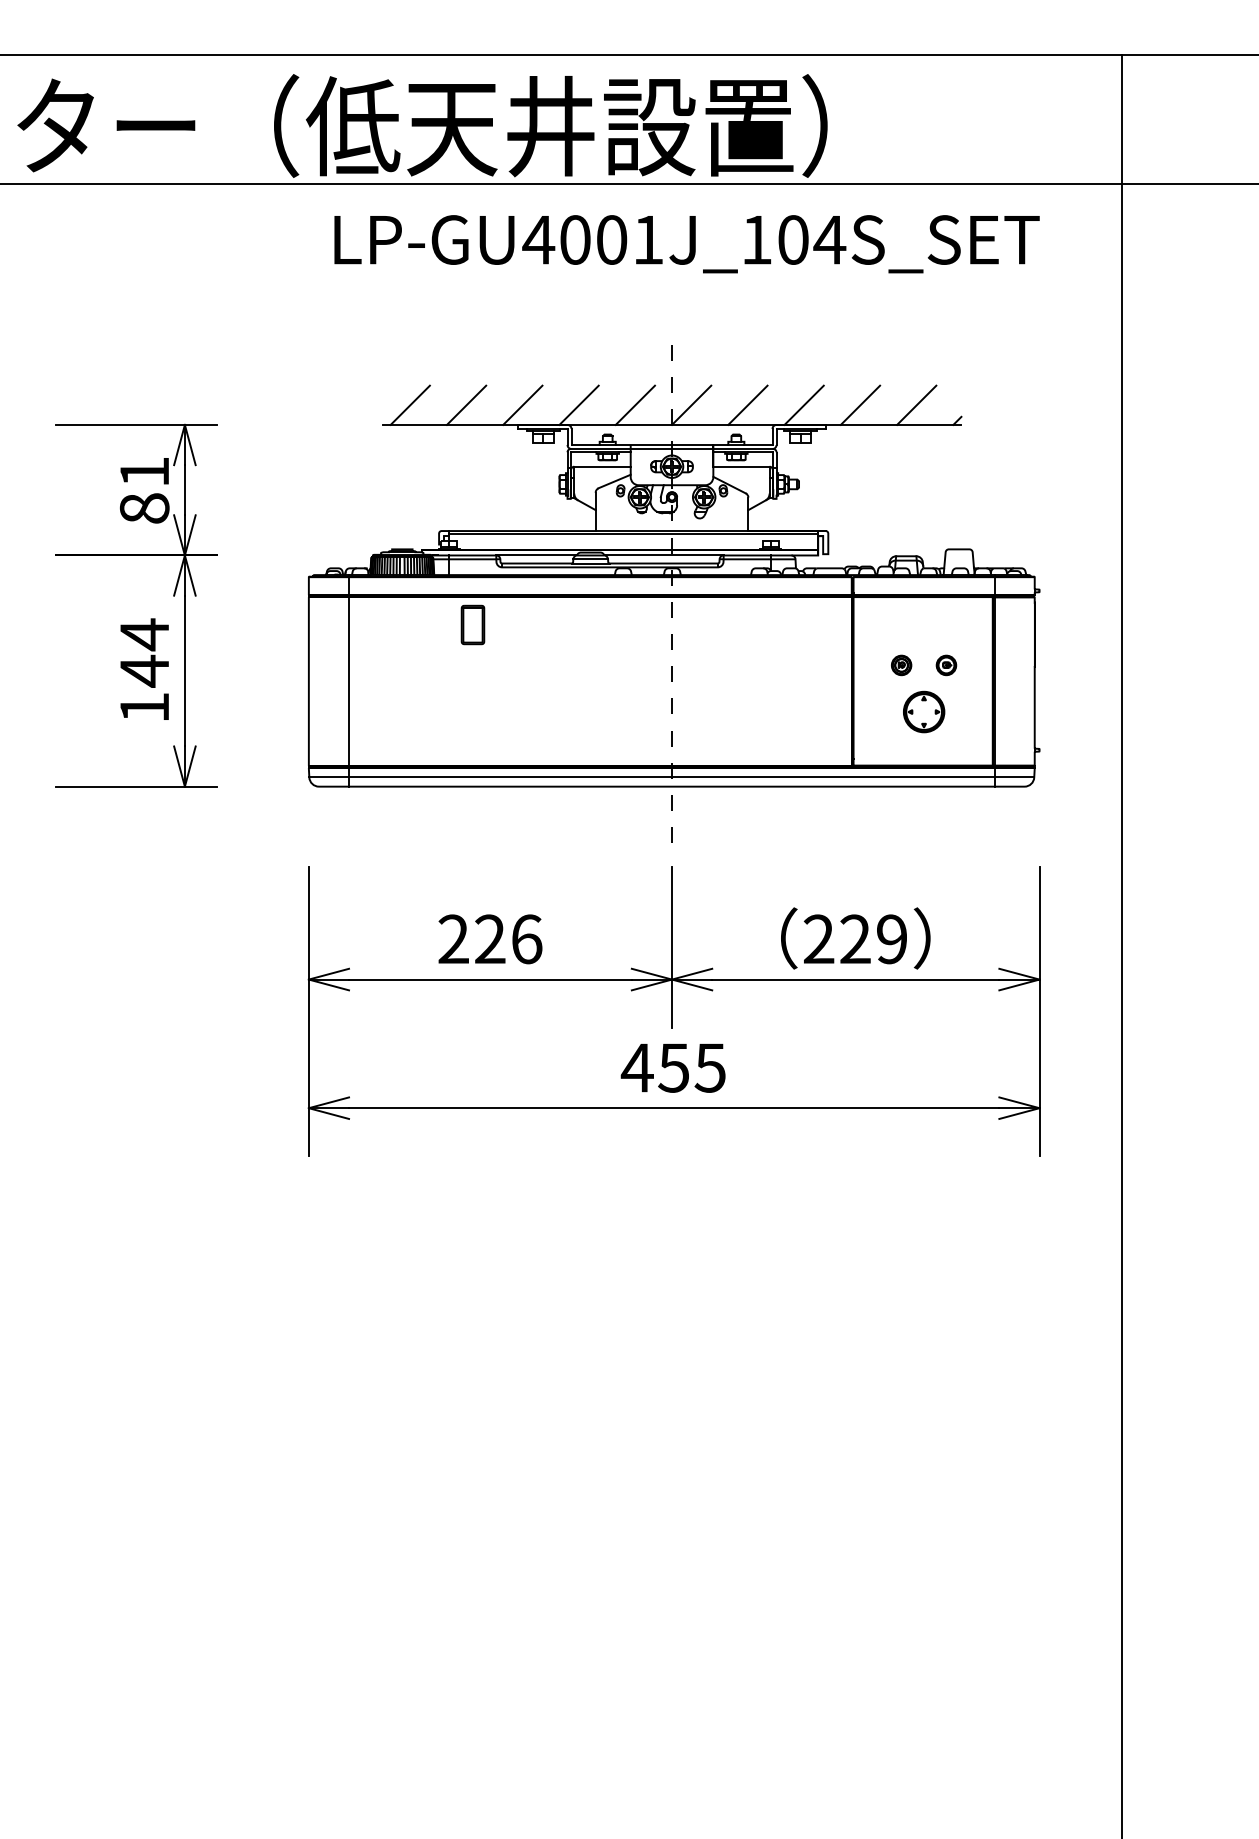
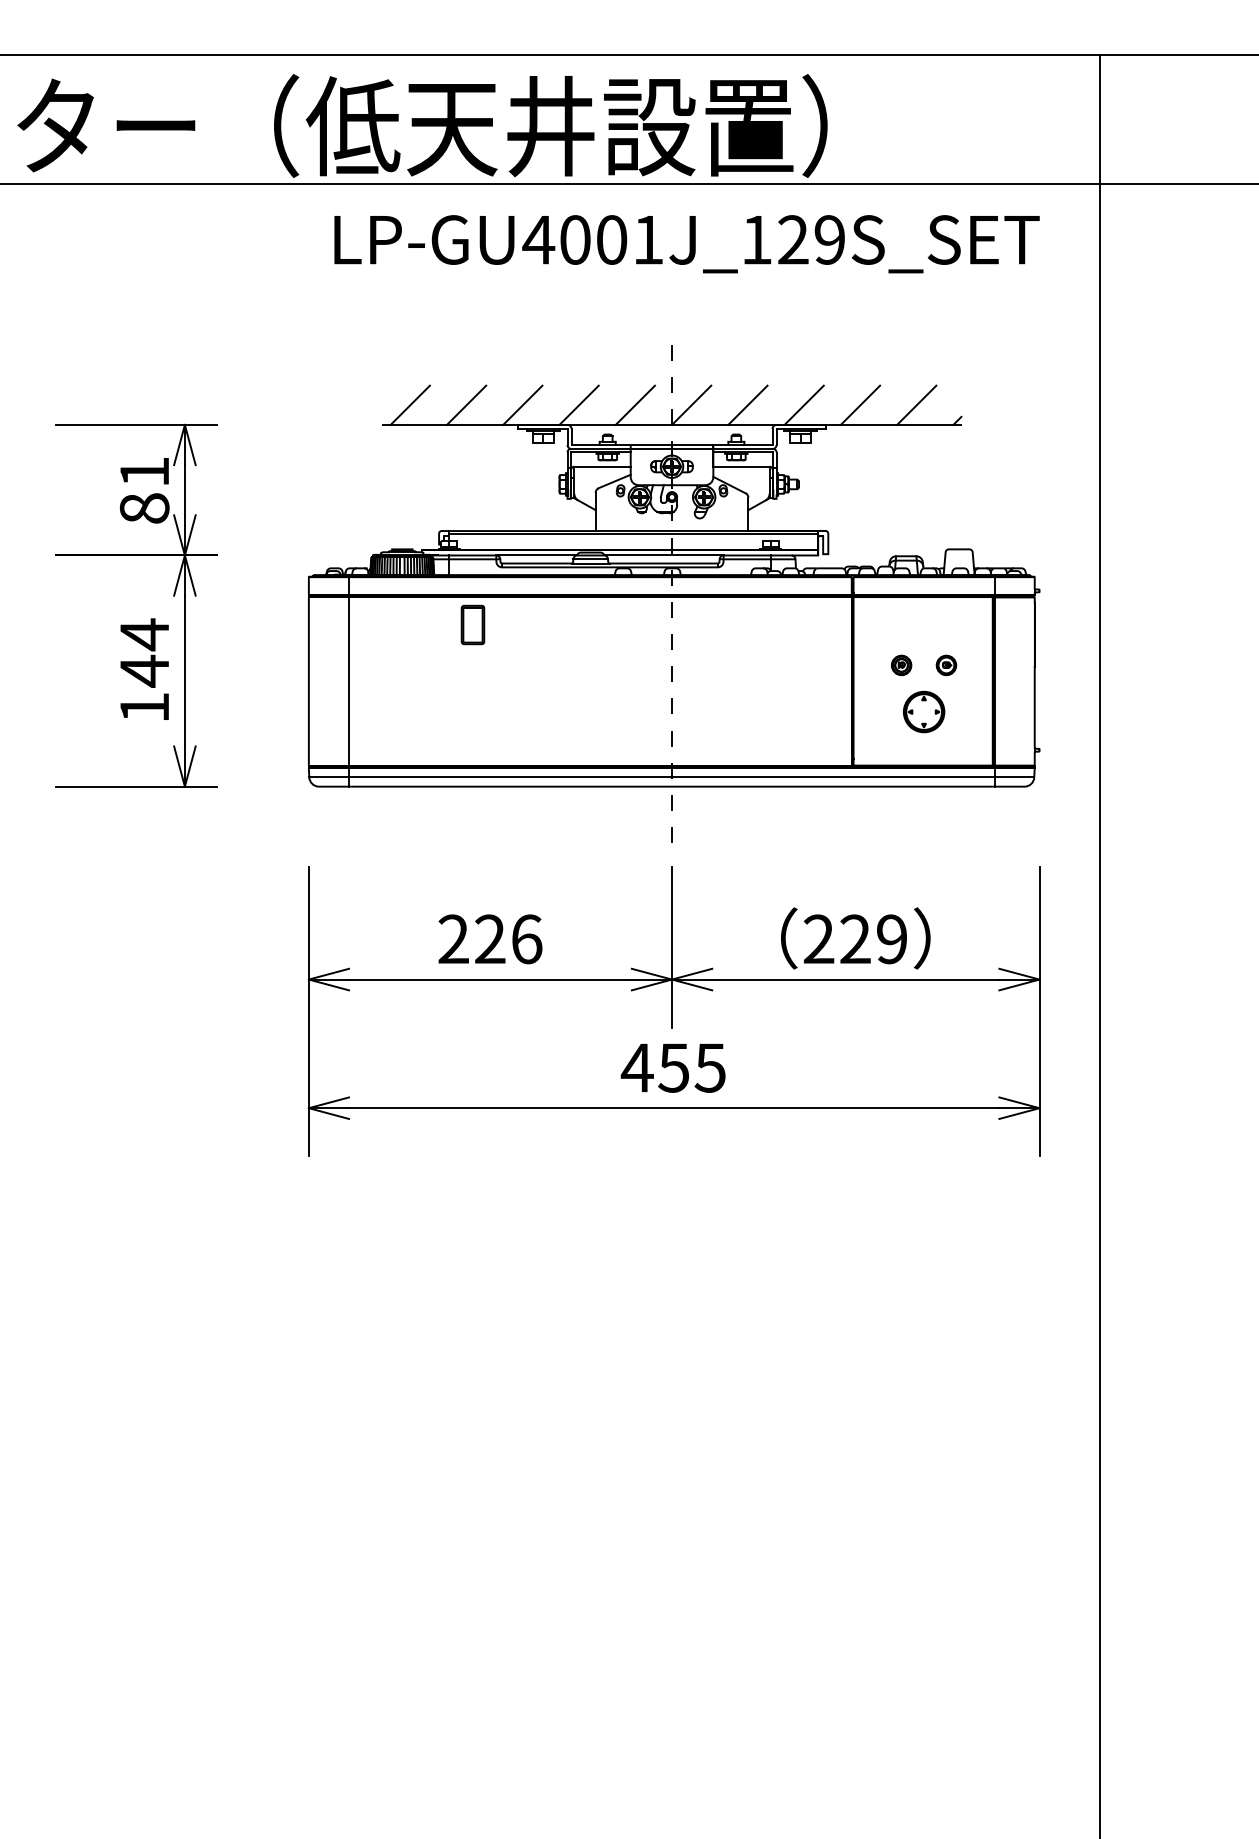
text at (812, 239): LP-GU4001J_104S_SET -> LP-GU4001J_129S_SET
line at (1122, 945) position: (1122, 945) -> (1100, 945)
